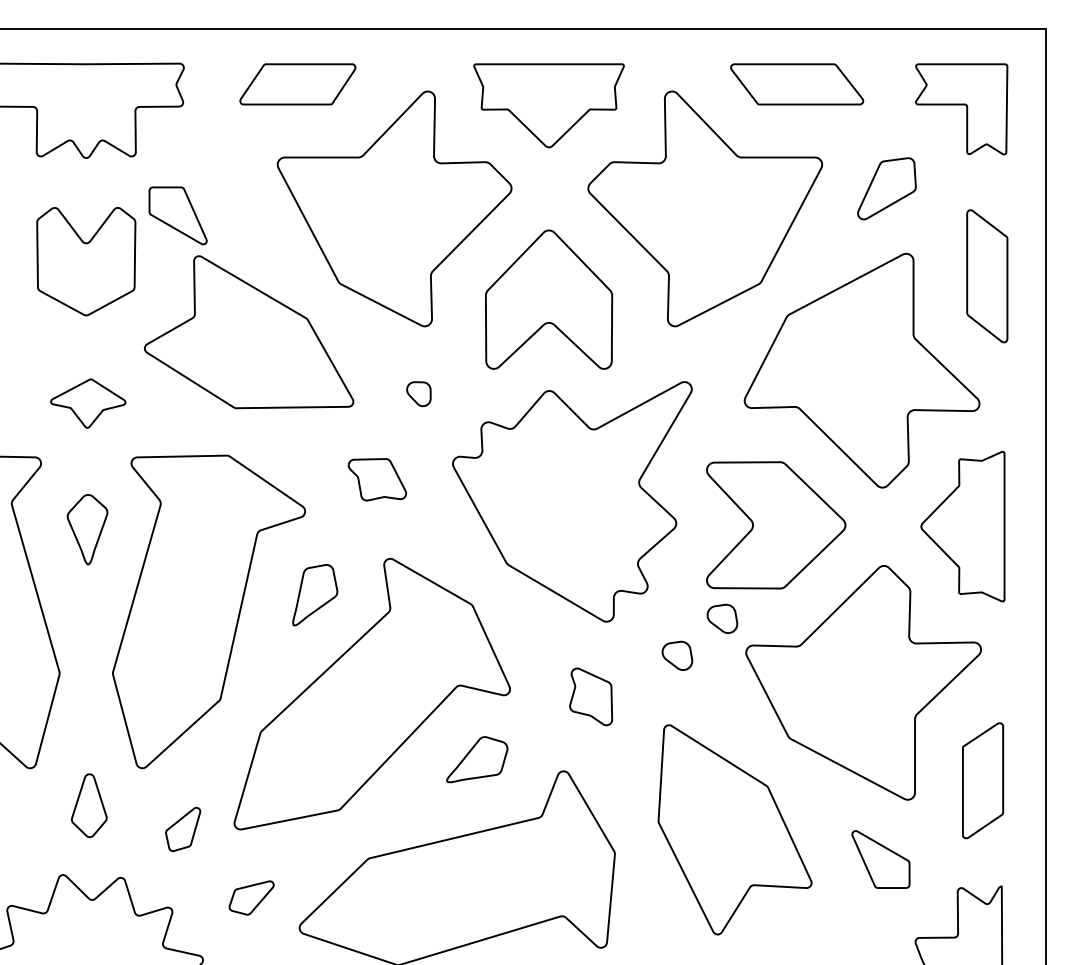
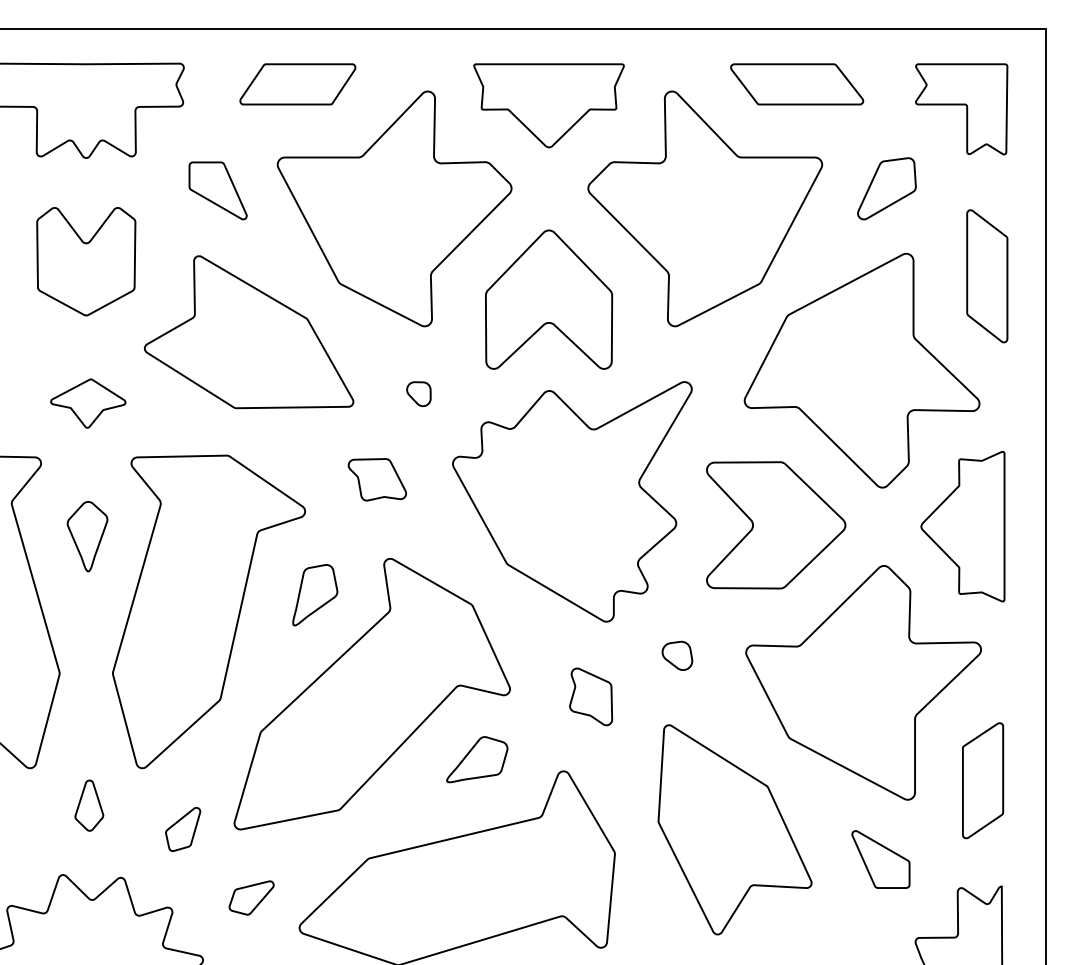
part at (177, 215) position: (177, 215) -> (217, 190)
part at (87, 529) position: (87, 529) -> (87, 536)
part at (722, 618): present -> none
part at (88, 805) size: 38x66 px -> 31x53 px
